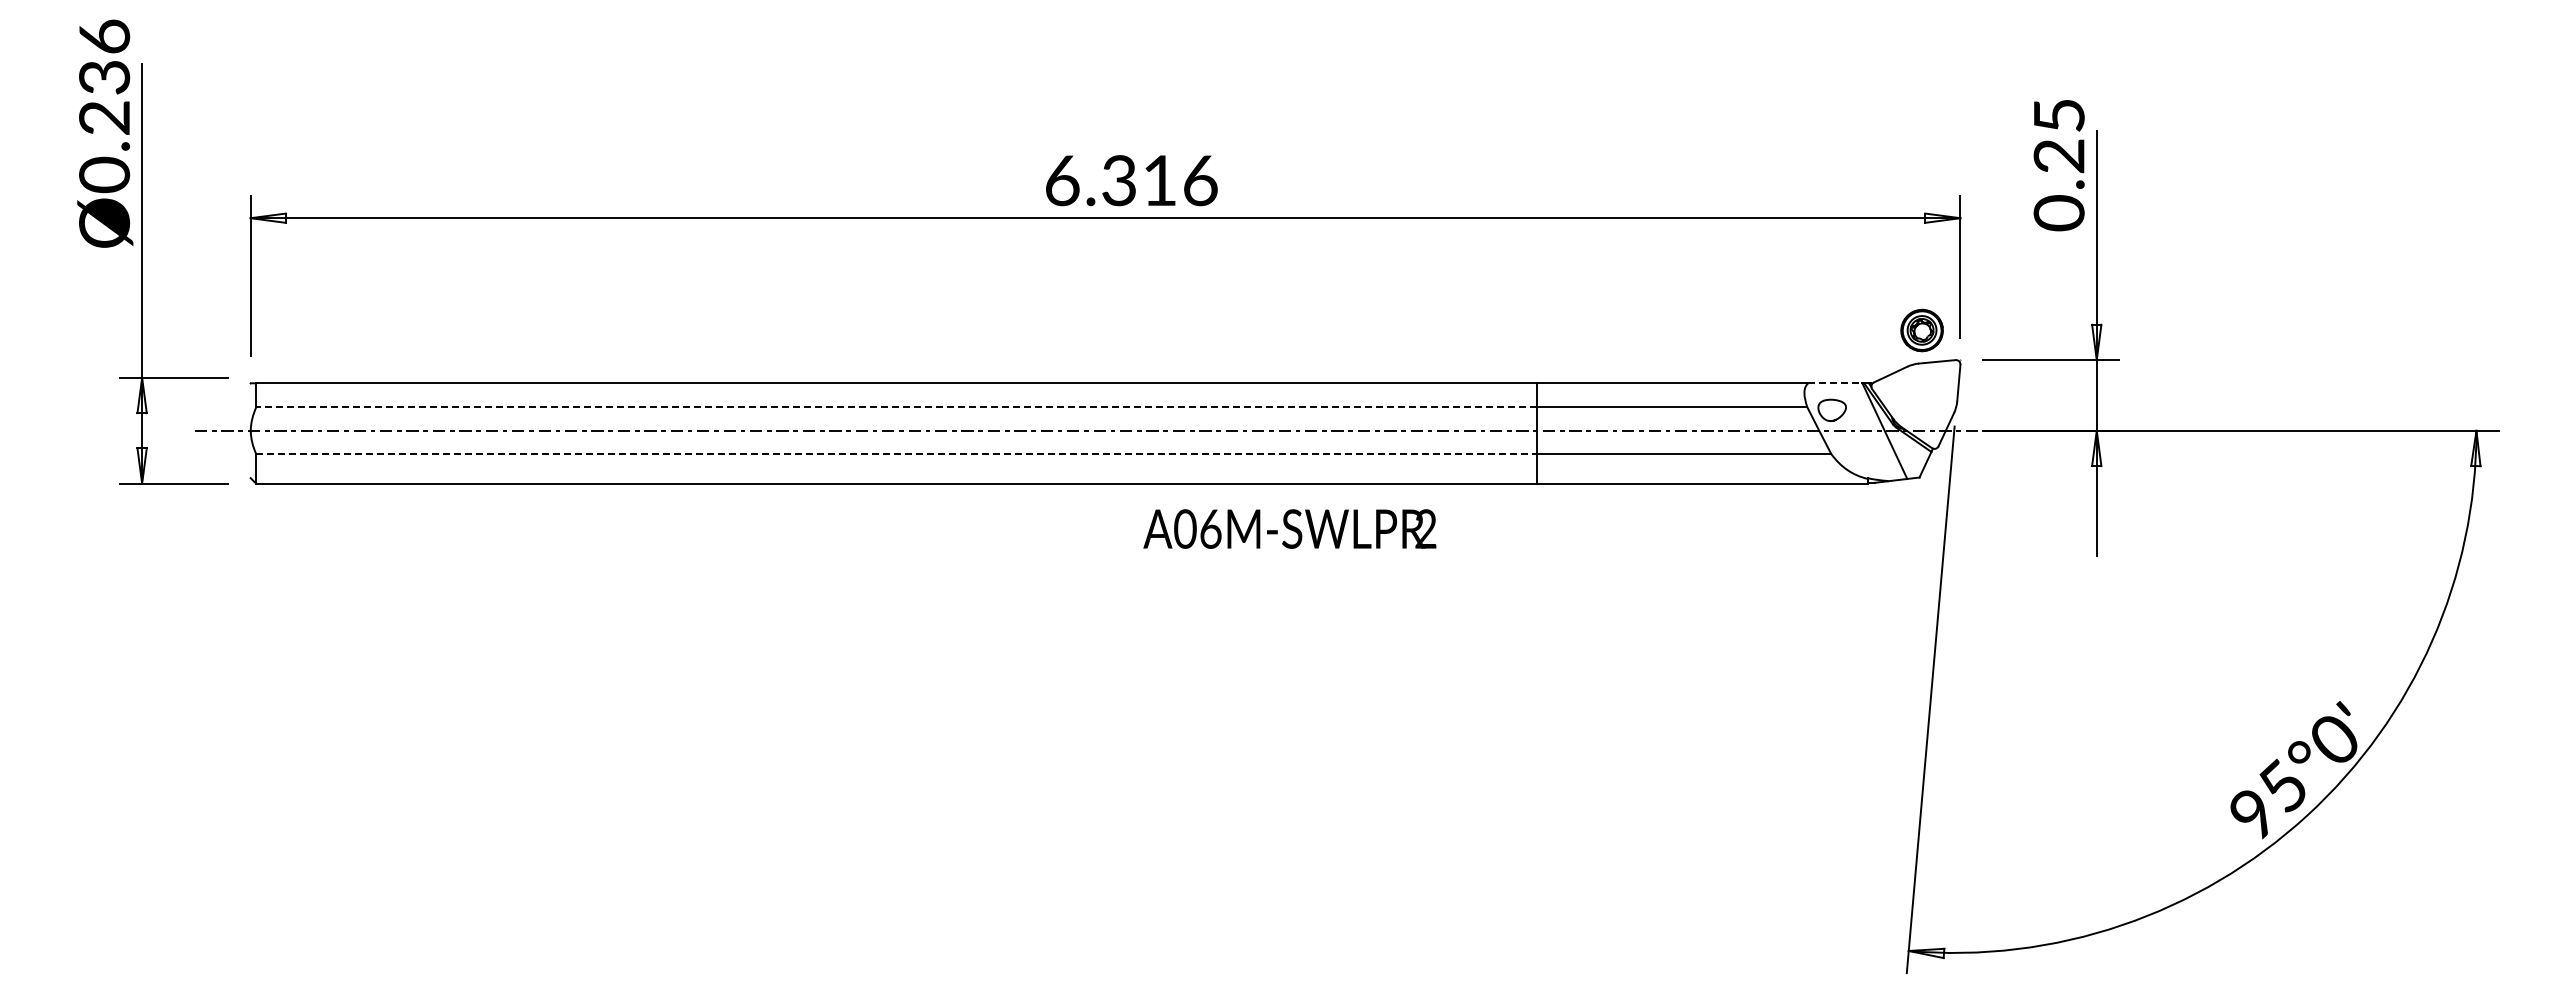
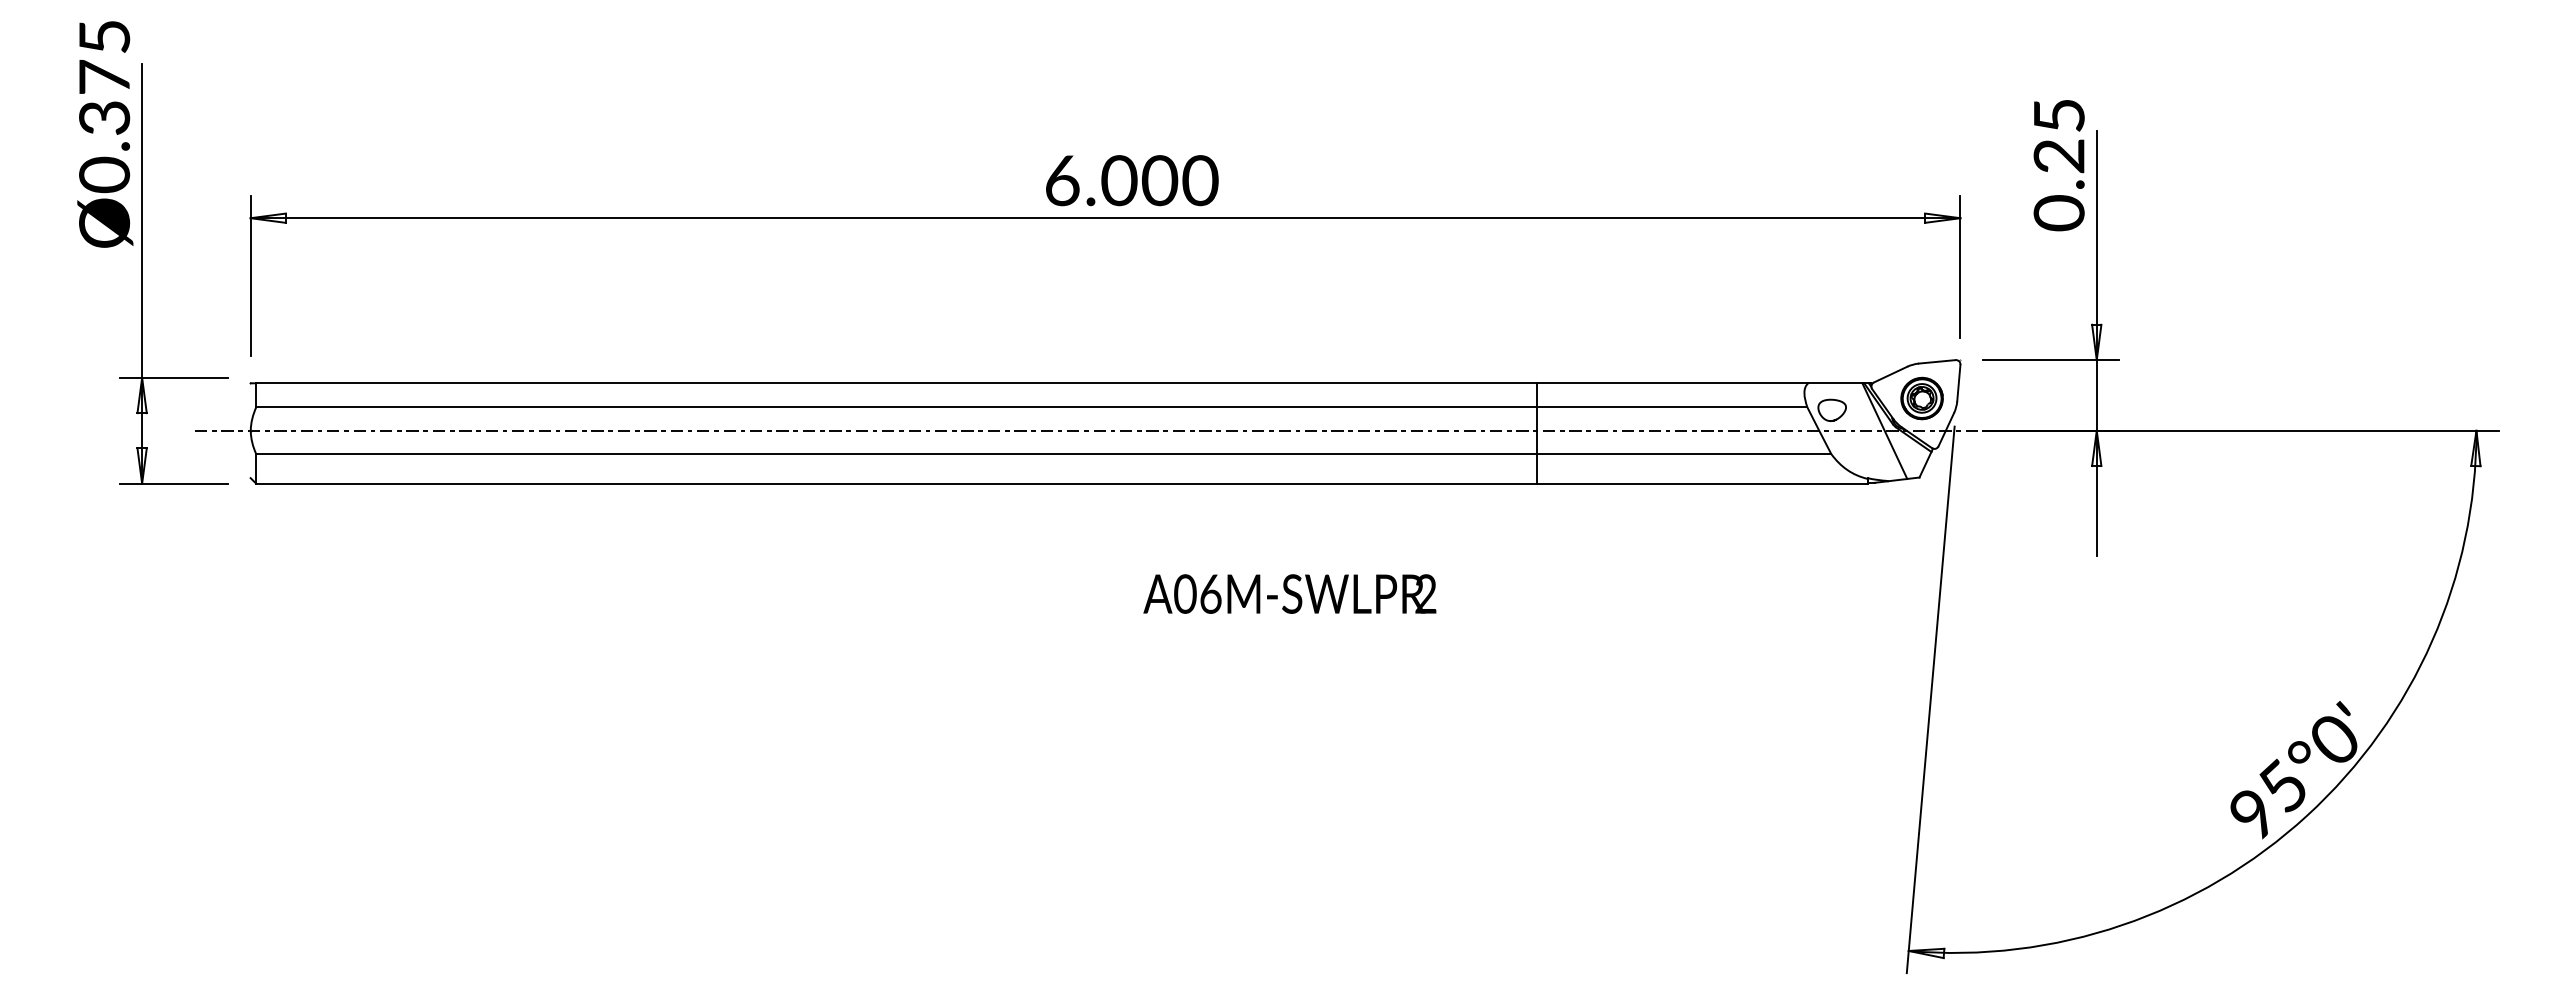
text at (104, 76): Ø0.236 -> Ø0.375
text at (1159, 180): 6.316 -> 6.000
part at (1921, 330) position: (1921, 330) -> (1921, 398)
line at (1835, 383): dashed -> solid
line at (896, 407): dashed -> solid
line at (897, 454): dashed -> solid
text at (1289, 528) position: (1289, 528) -> (1289, 593)
